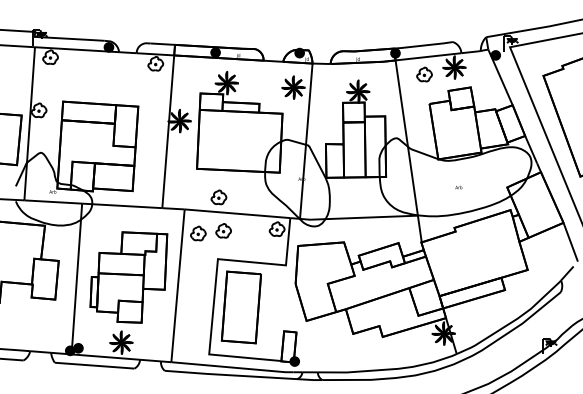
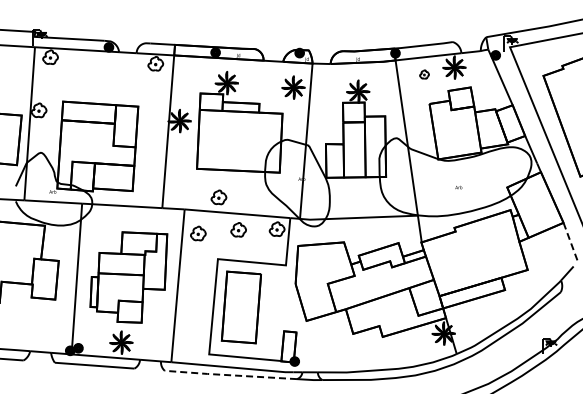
part at (424, 74) size: 17x17 px -> 11x11 px
part at (223, 230) position: (223, 230) -> (238, 229)
line at (570, 242): solid -> dashed
line at (230, 375): solid -> dashed
